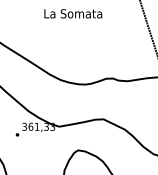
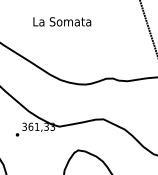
text at (73, 13) position: (73, 13) -> (62, 21)
